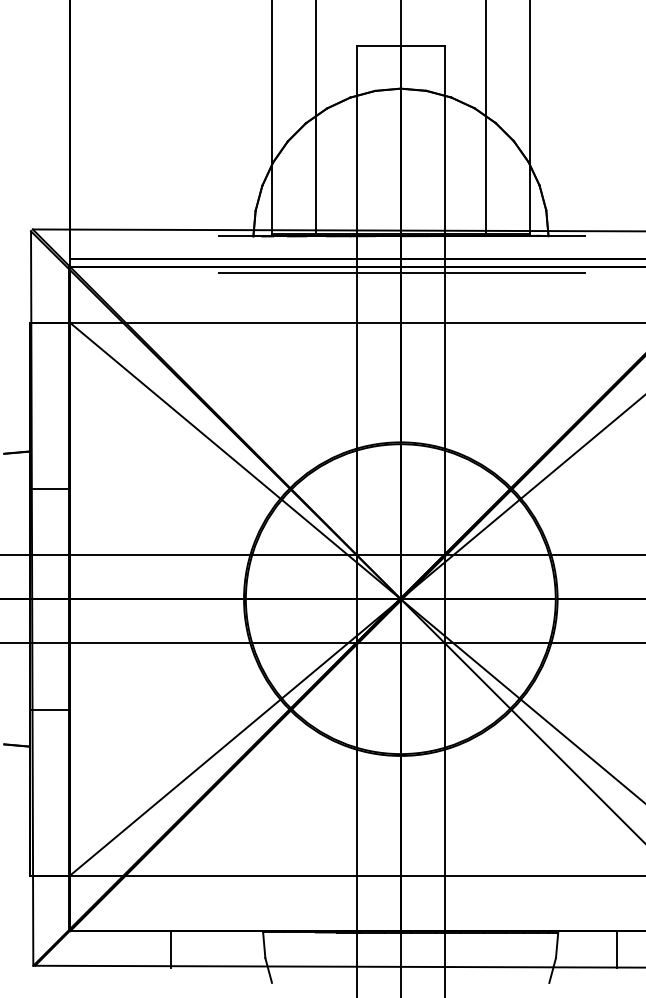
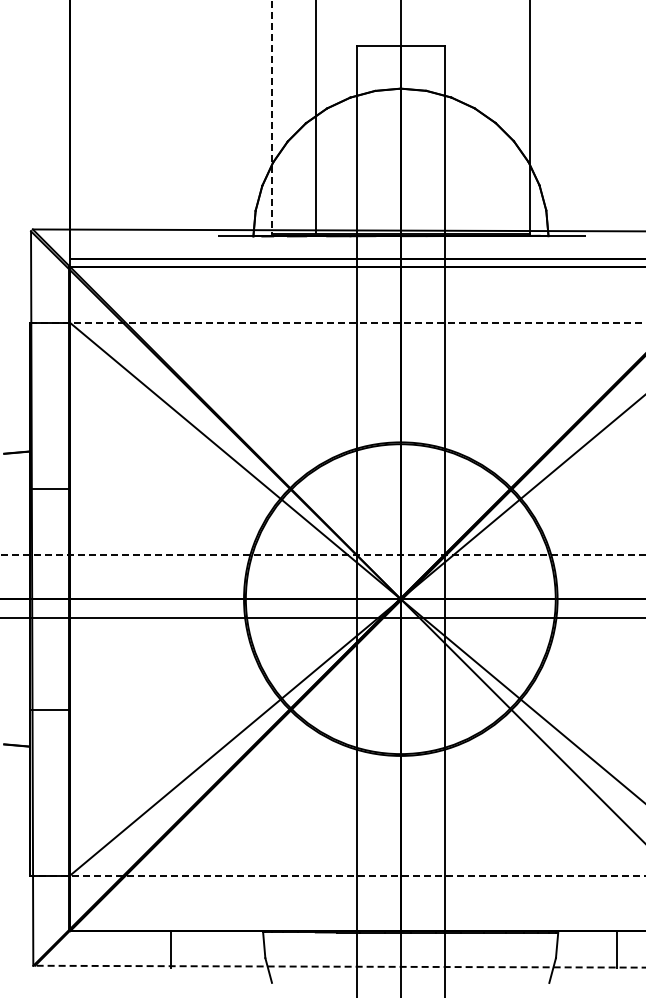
line at (271, 117): solid -> dashed
line at (485, 118): present -> none
line at (401, 273): present -> none
line at (337, 322): solid -> dashed
line at (323, 554): solid -> dashed
line at (322, 643) position: (322, 643) -> (322, 618)
line at (337, 875): solid -> dashed
line at (339, 966): solid -> dashed
